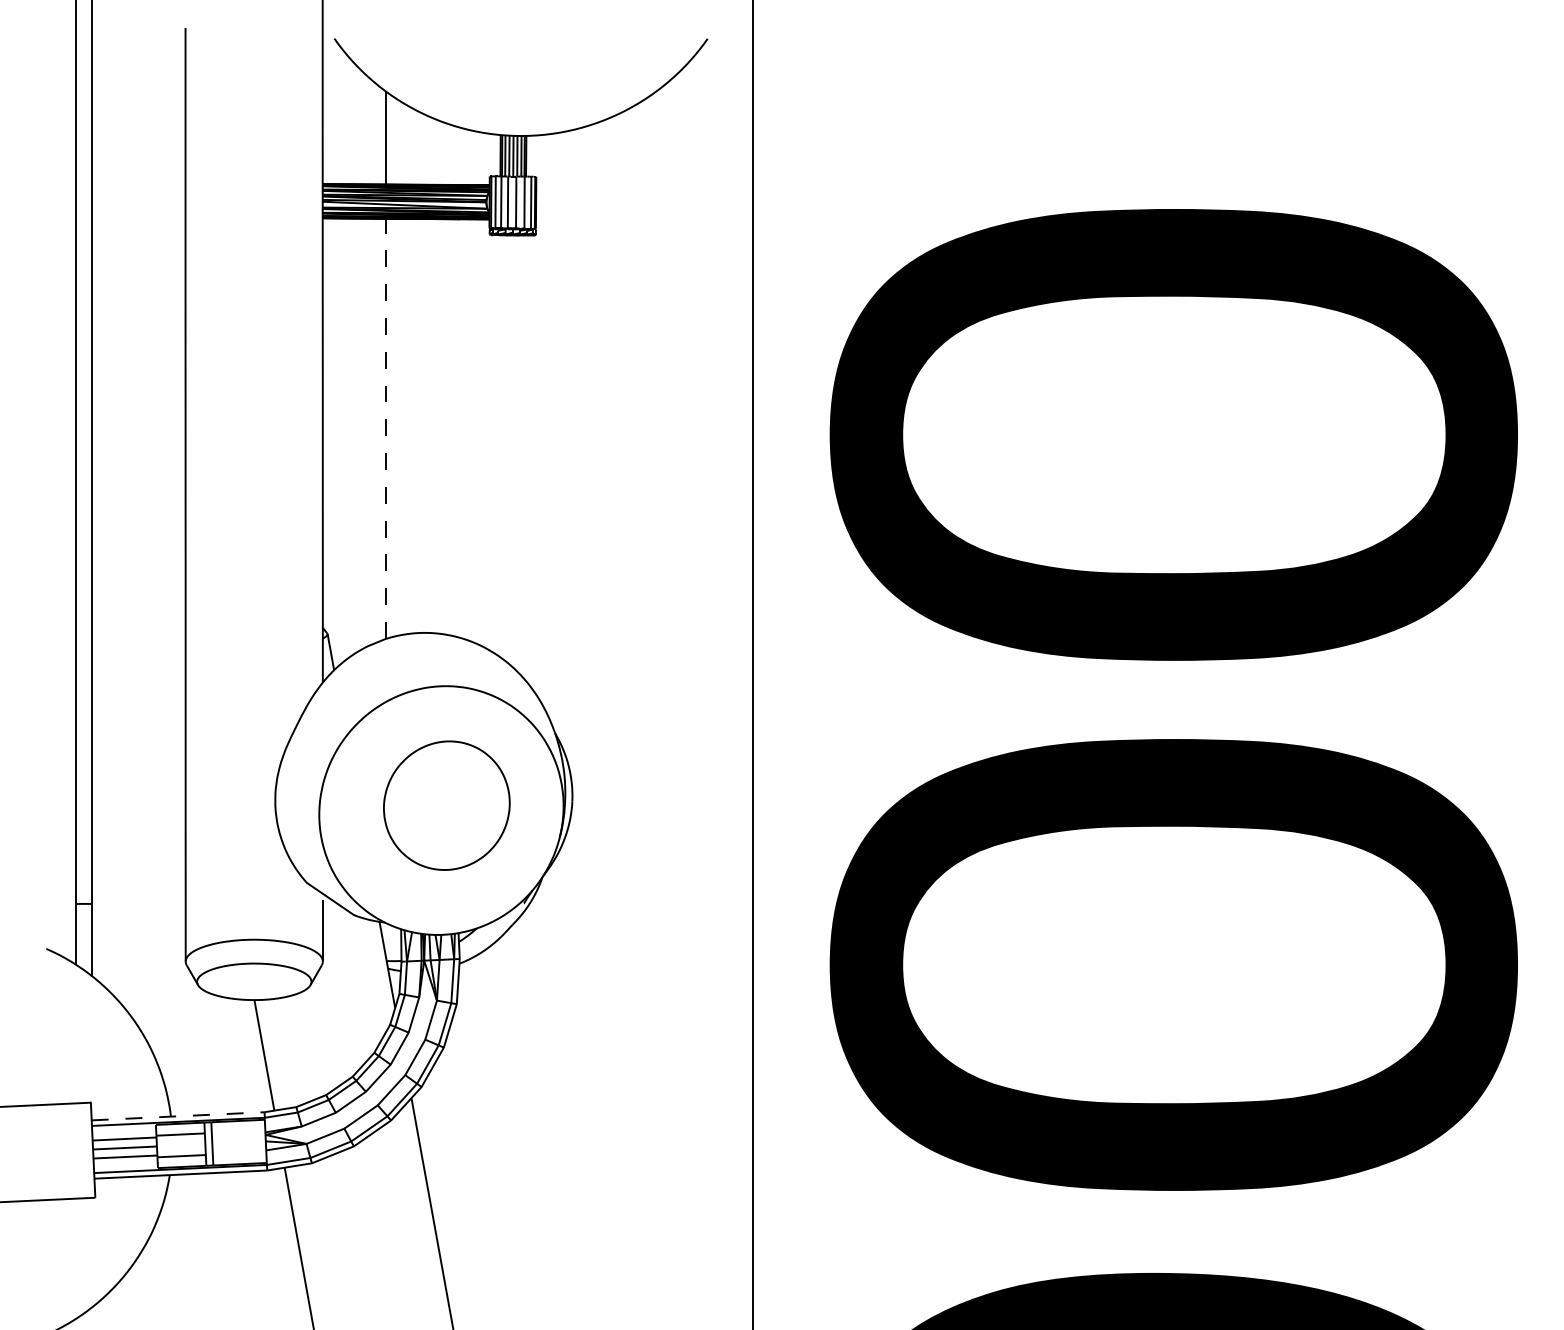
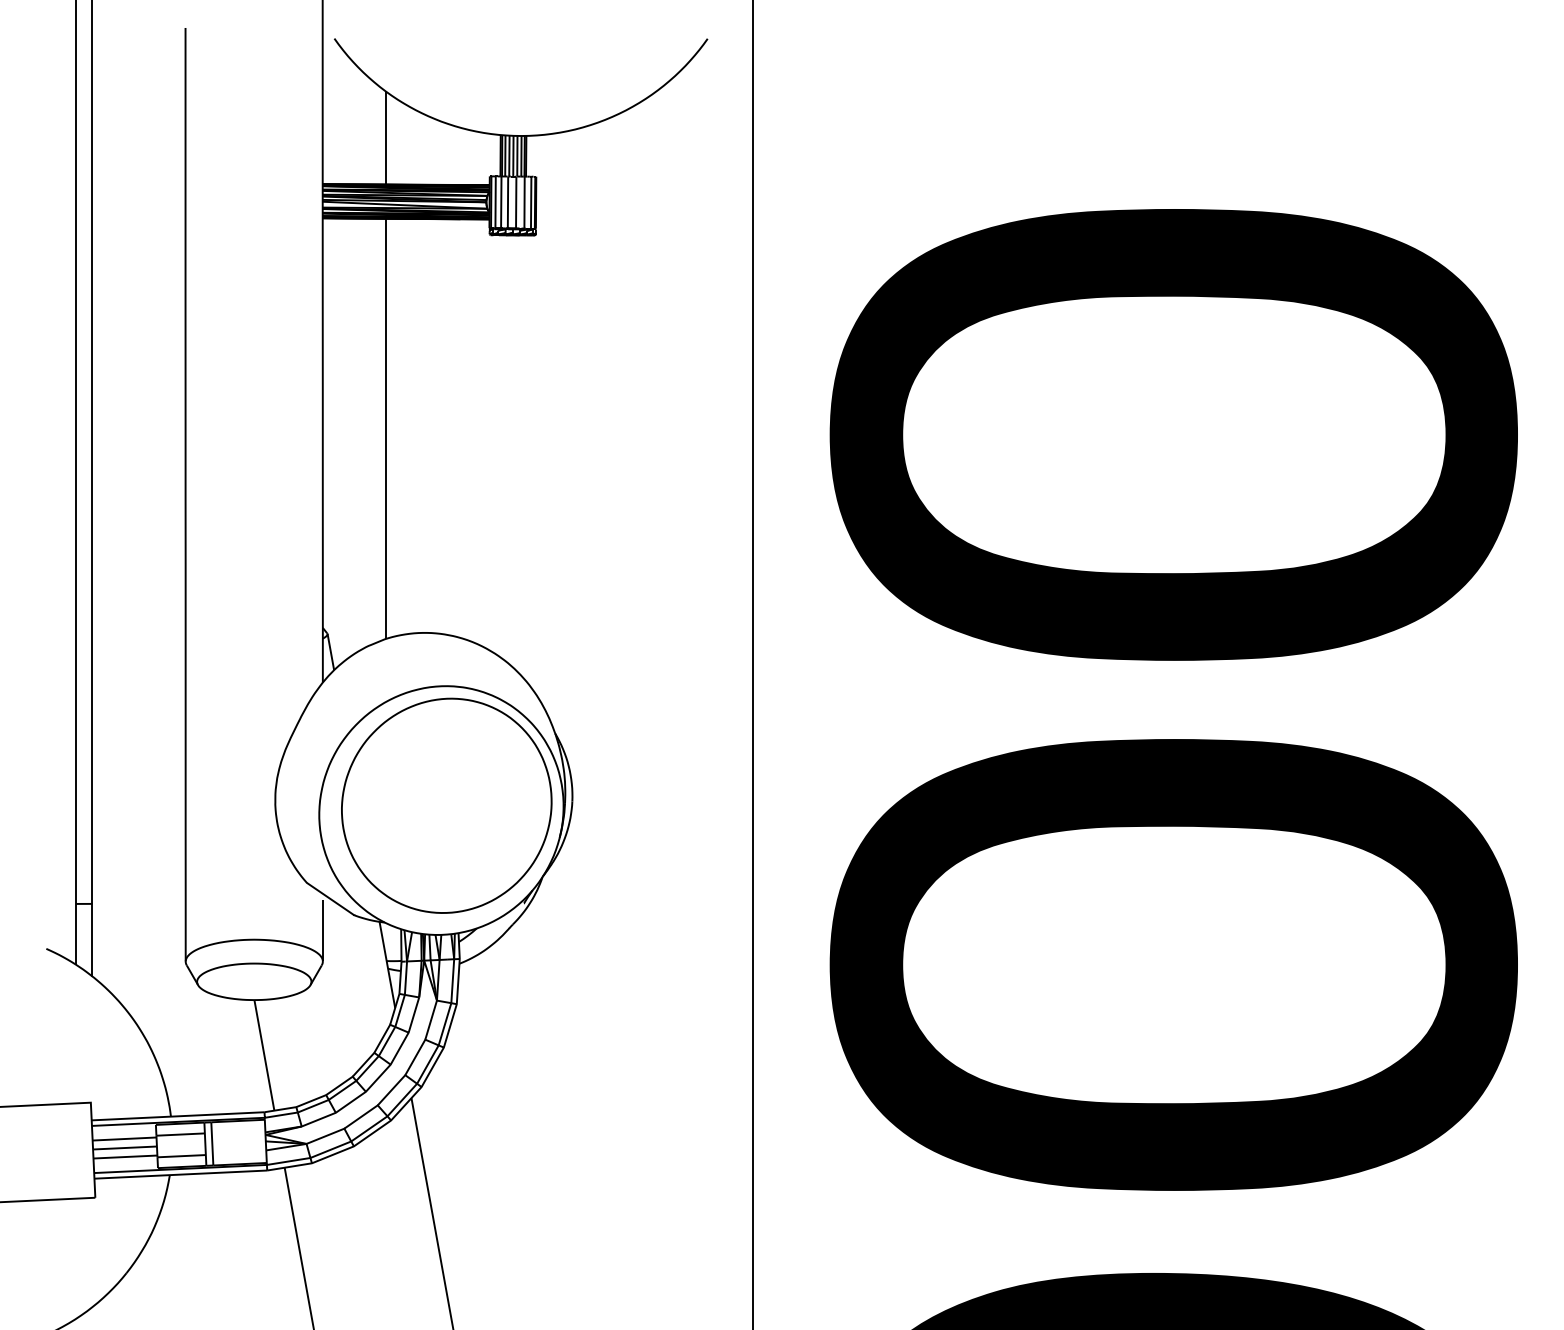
line at (386, 428): dashed -> solid
part at (446, 805) size: 128x131 px -> 212x217 px
line at (178, 1116): dashed -> solid
